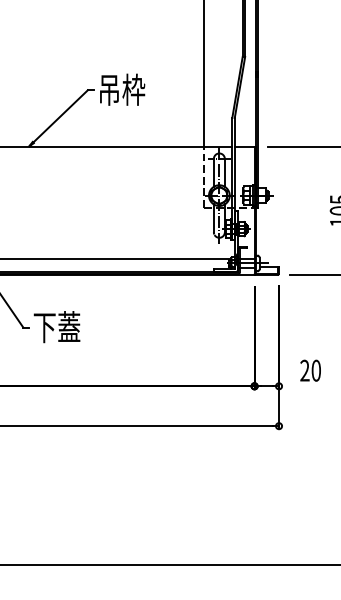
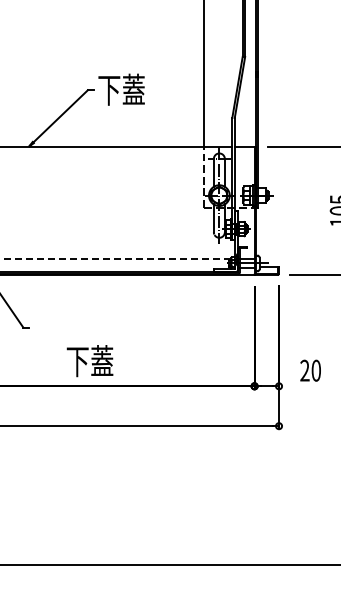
text at (121, 89): 吊枠 -> 下蓋
line at (115, 259): solid -> dashed
text at (56, 327) position: (56, 327) -> (89, 361)
